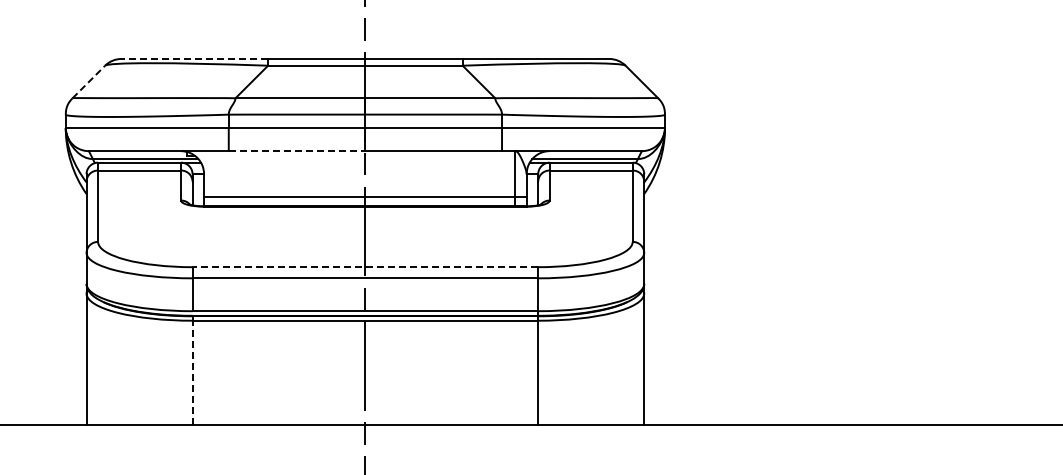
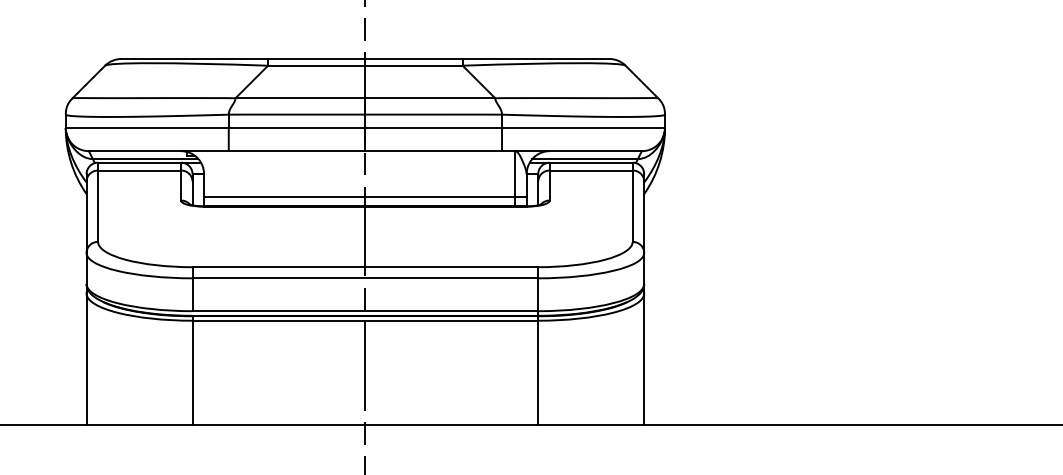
line at (194, 58): dashed -> solid
line at (89, 81): dashed -> solid
line at (297, 151): dashed -> solid
line at (365, 267): dashed -> solid
line at (192, 372): dashed -> solid
